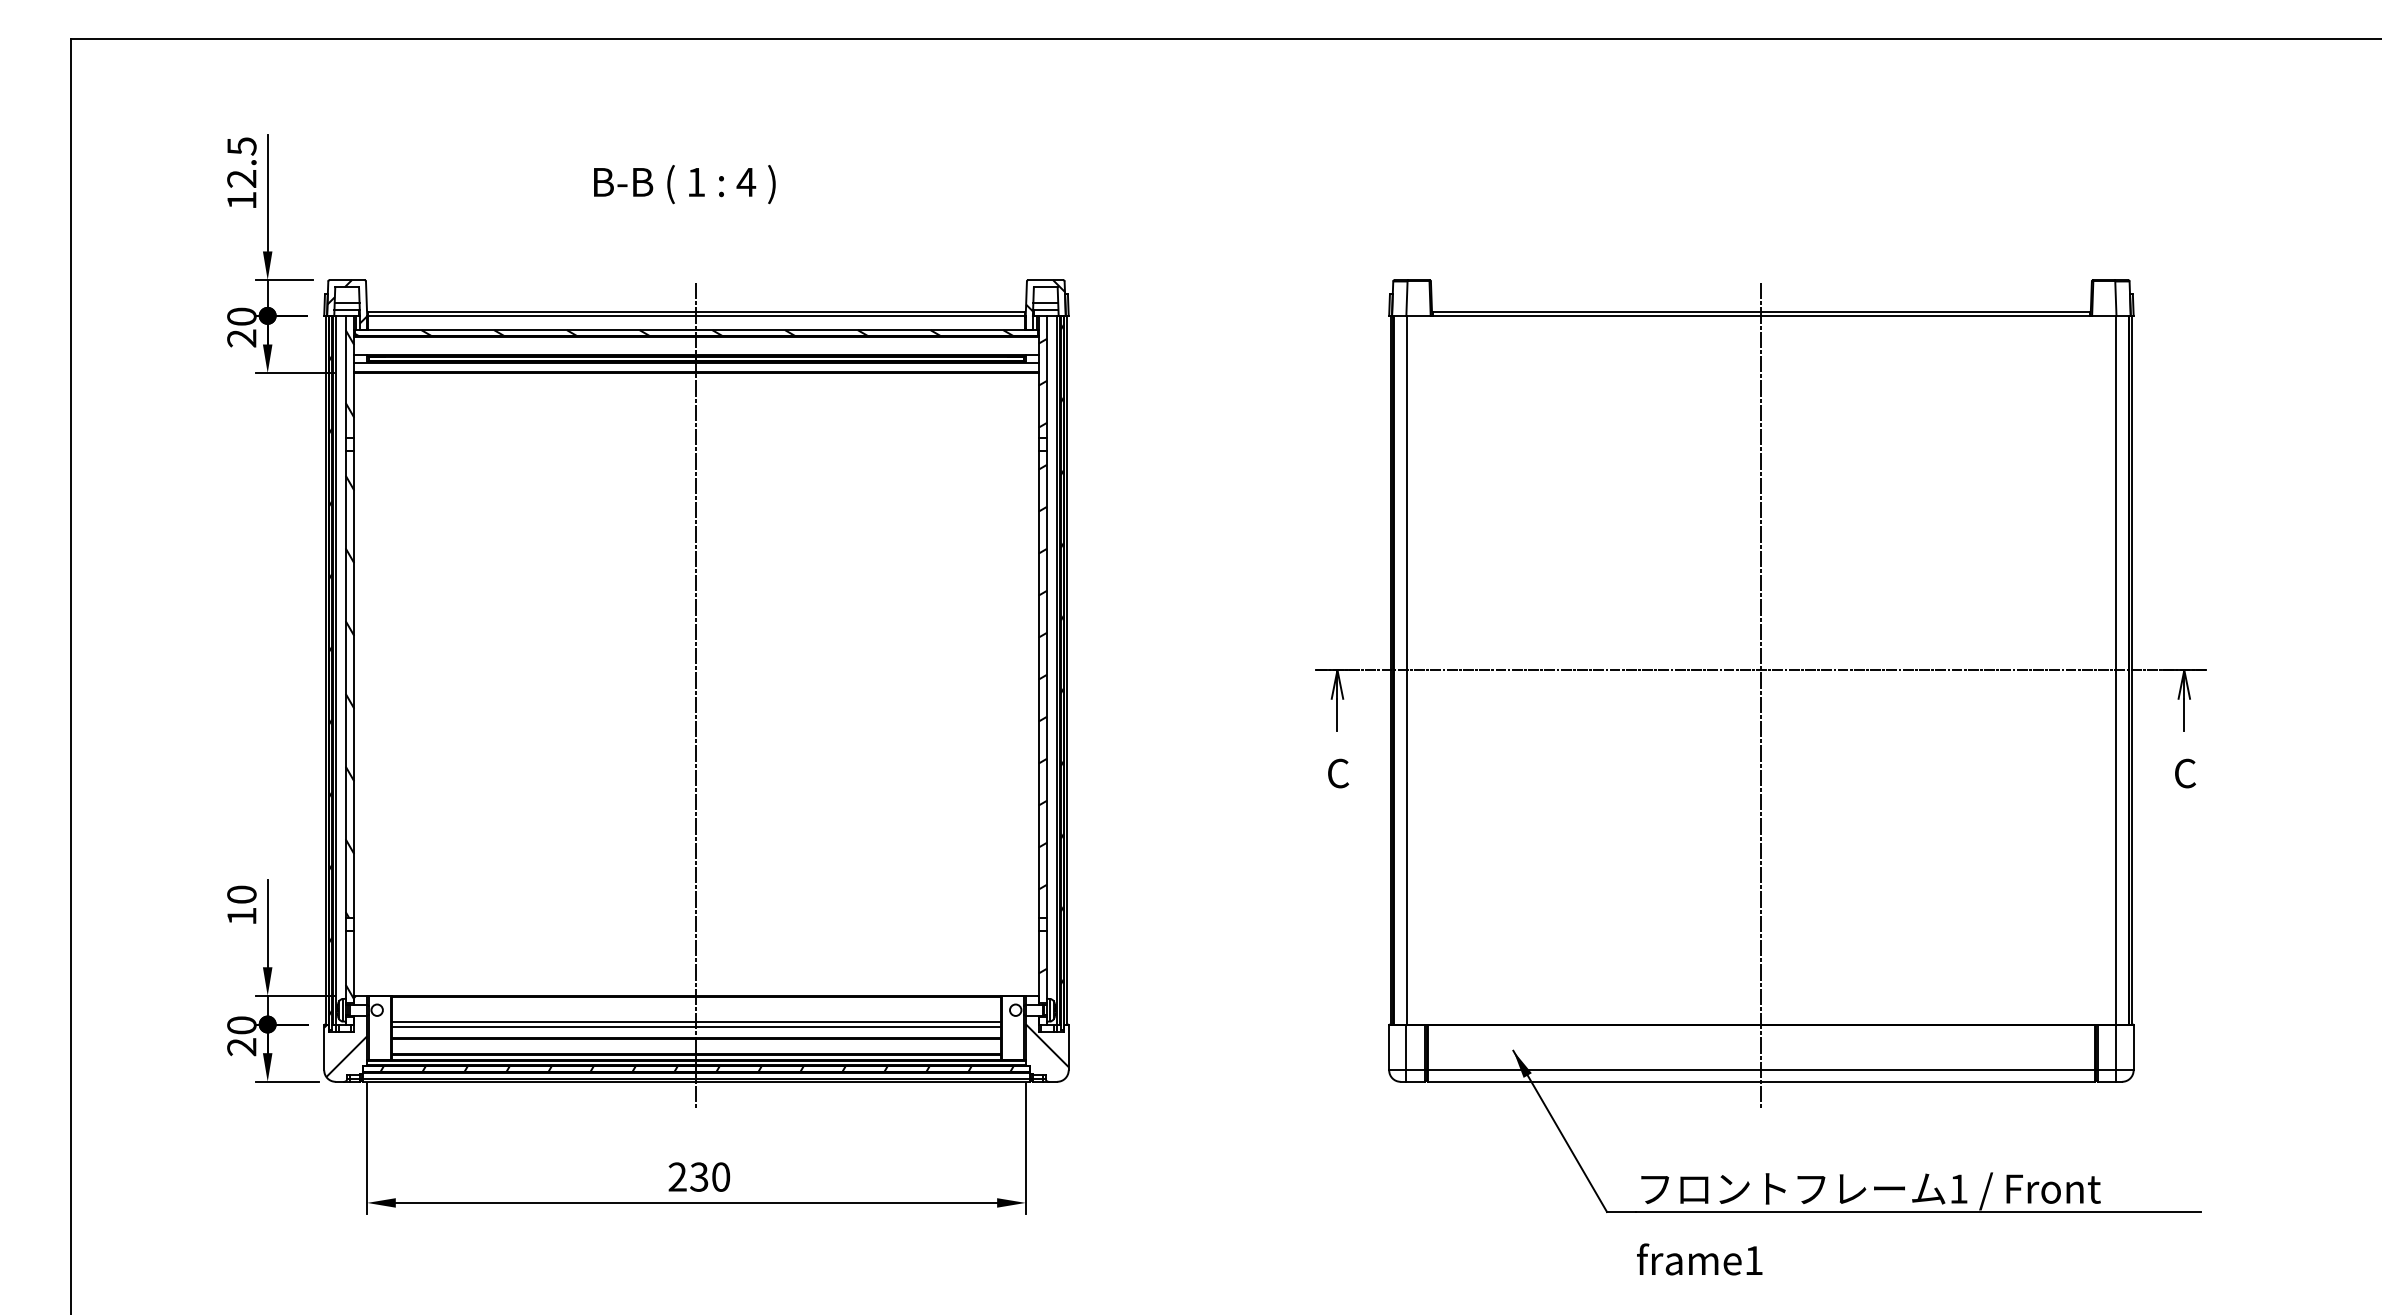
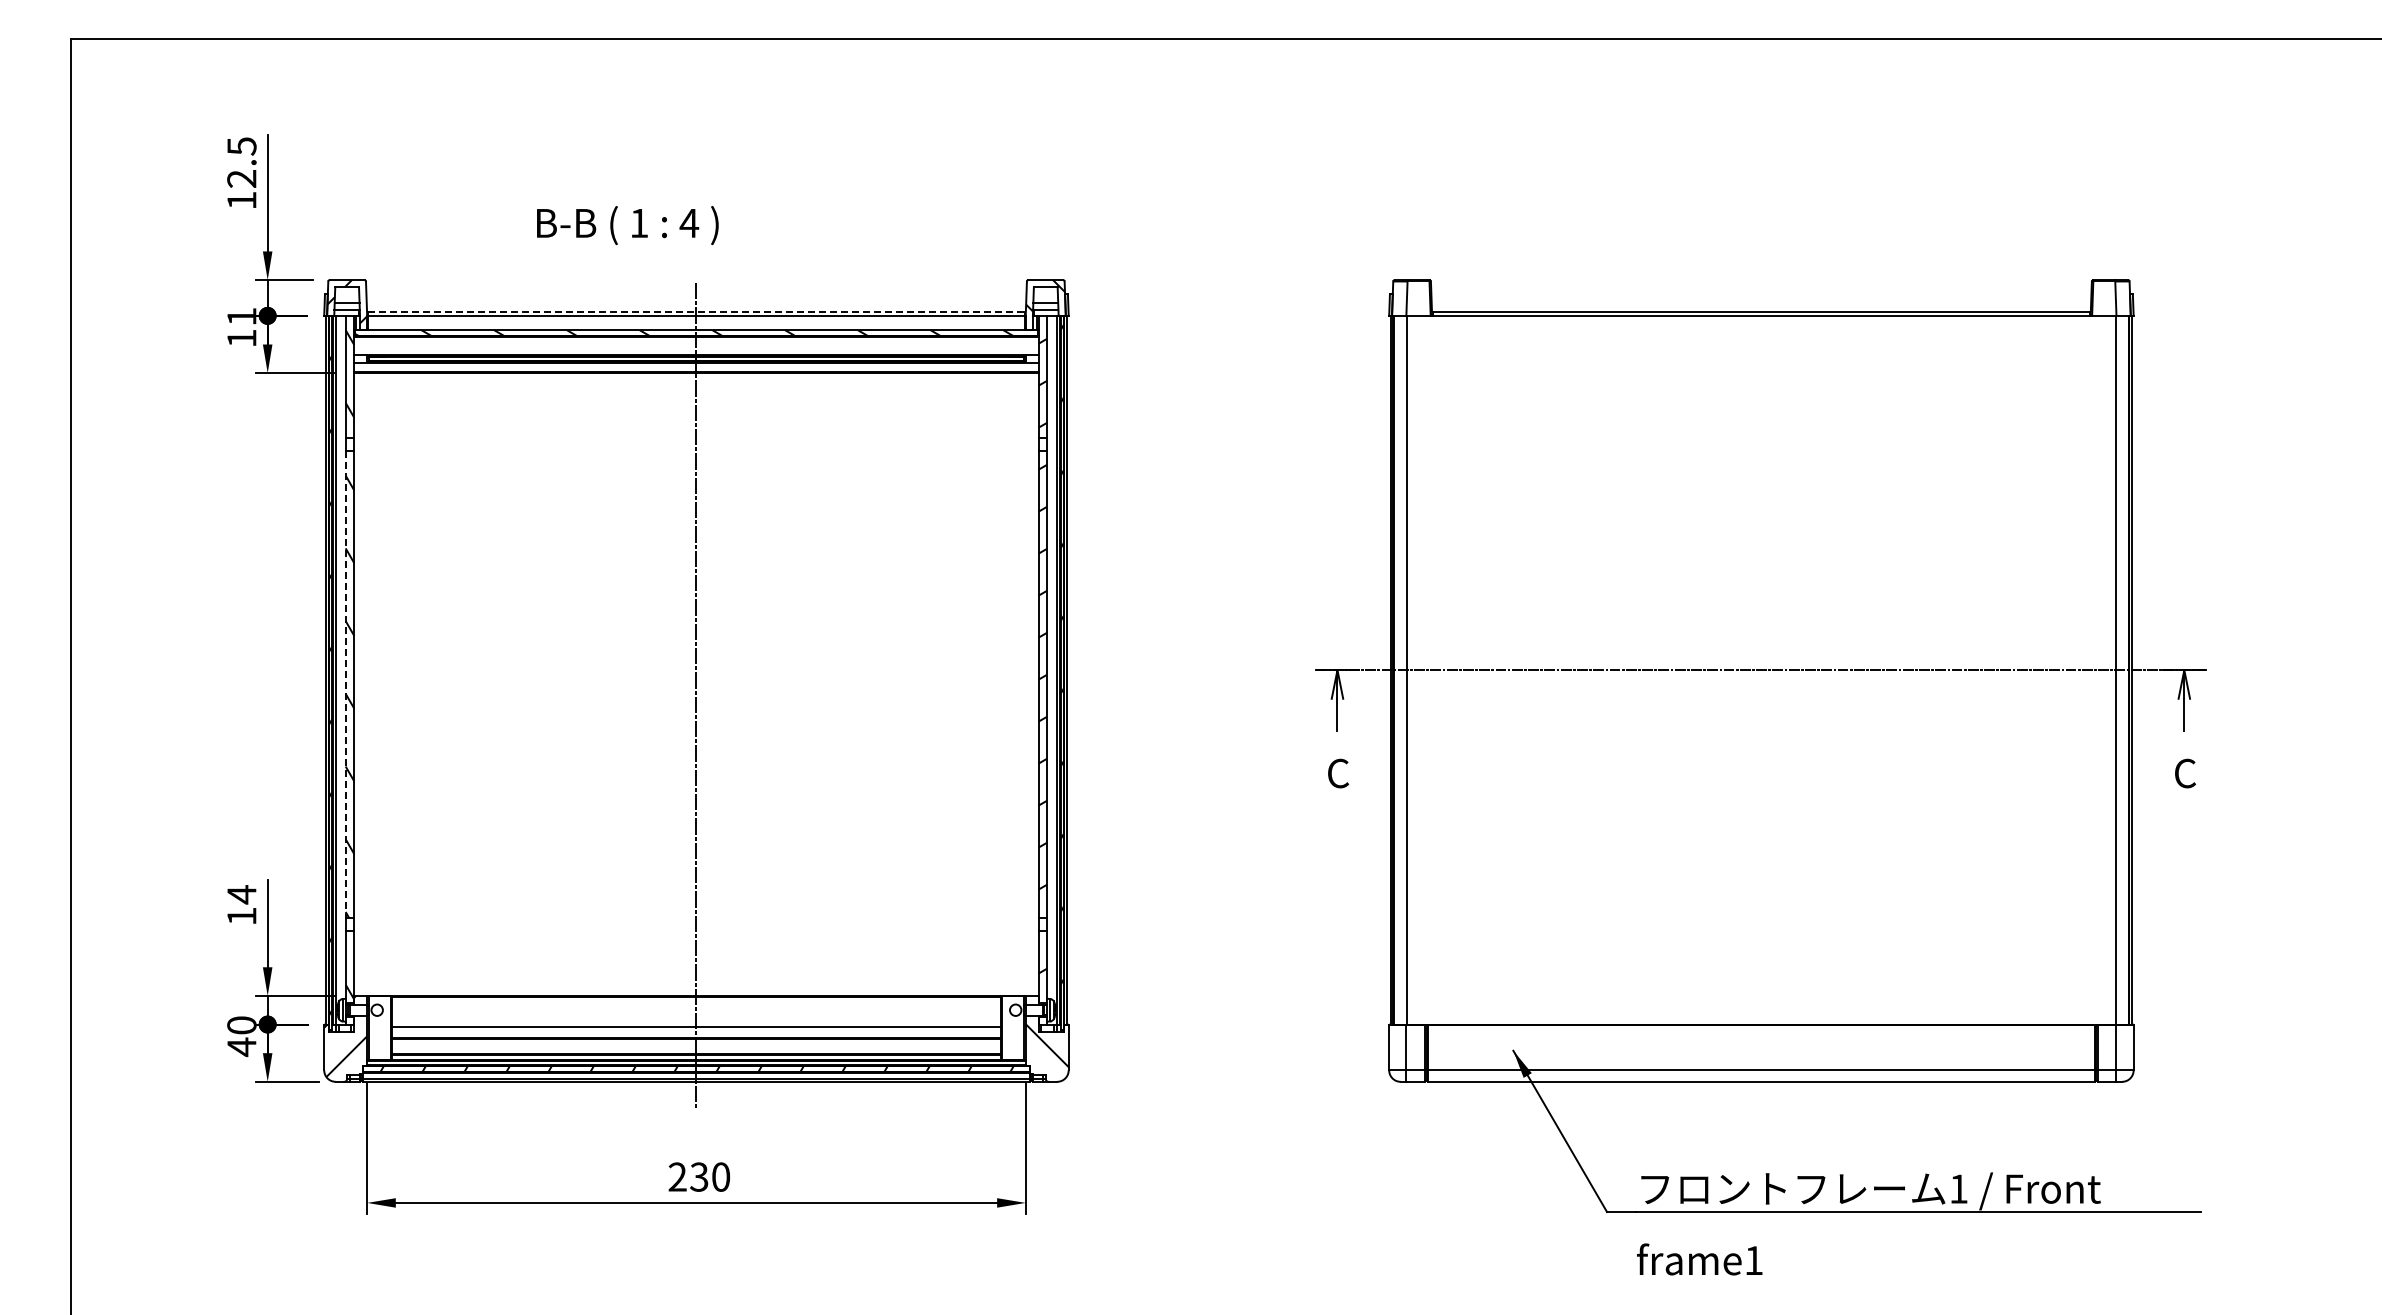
text at (684, 184) position: (684, 184) -> (627, 225)
line at (696, 311): solid -> dashed
text at (241, 327): 20 -> 11
line at (345, 685): solid -> dashed
line at (1761, 696): present -> none
text at (241, 894): 10 -> 14
line at (696, 1021): present -> none
text at (241, 1047): 20 -> 40
